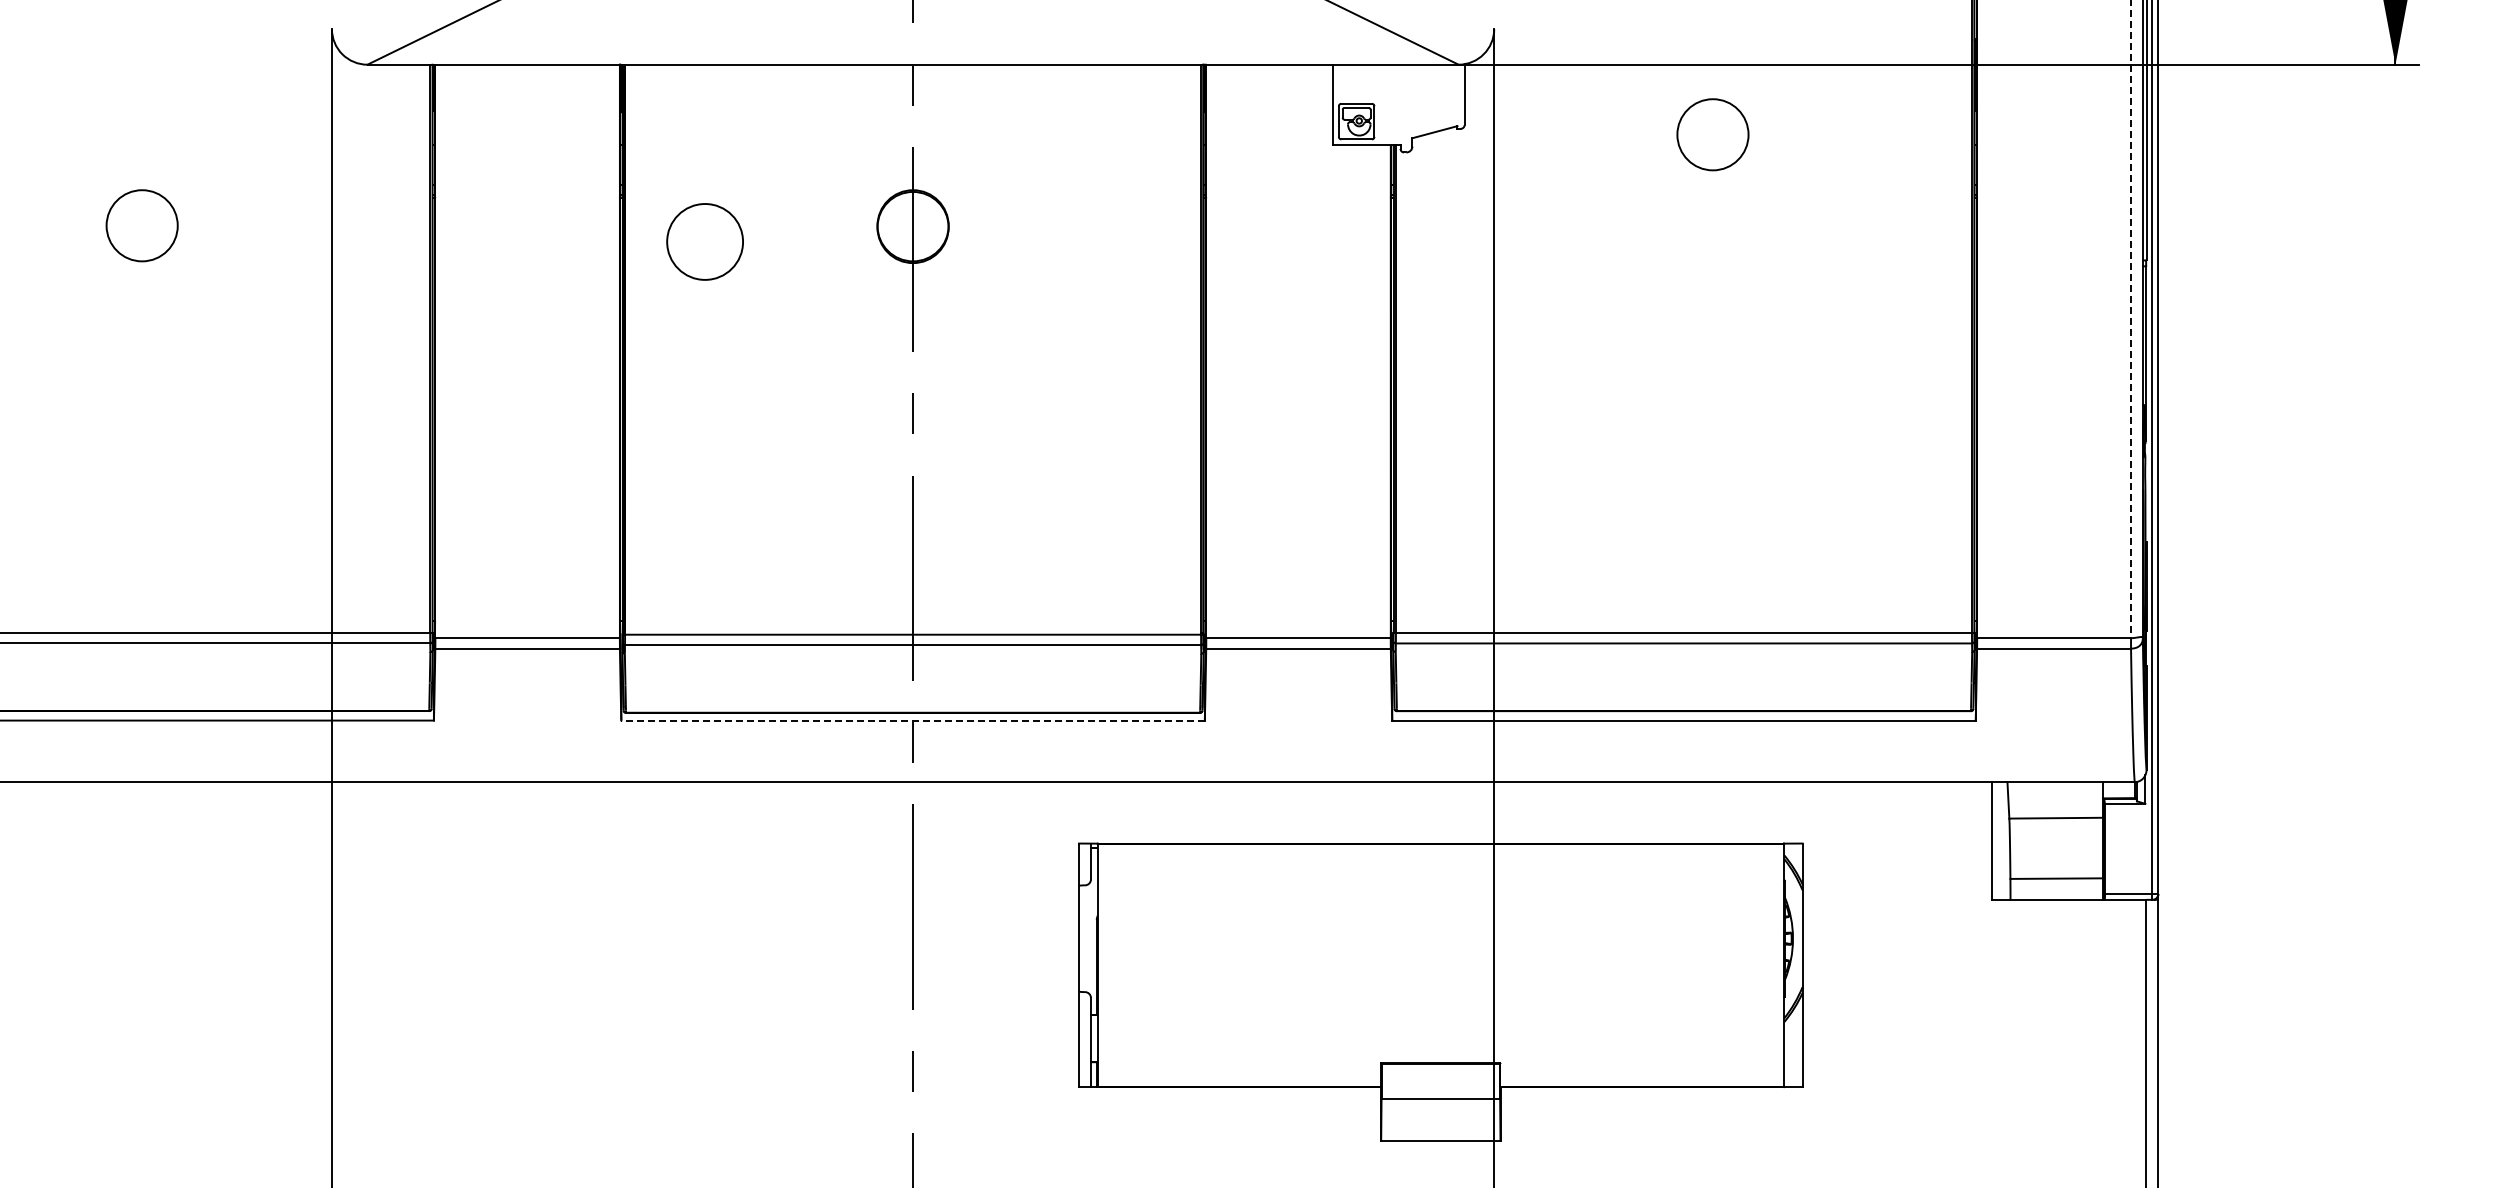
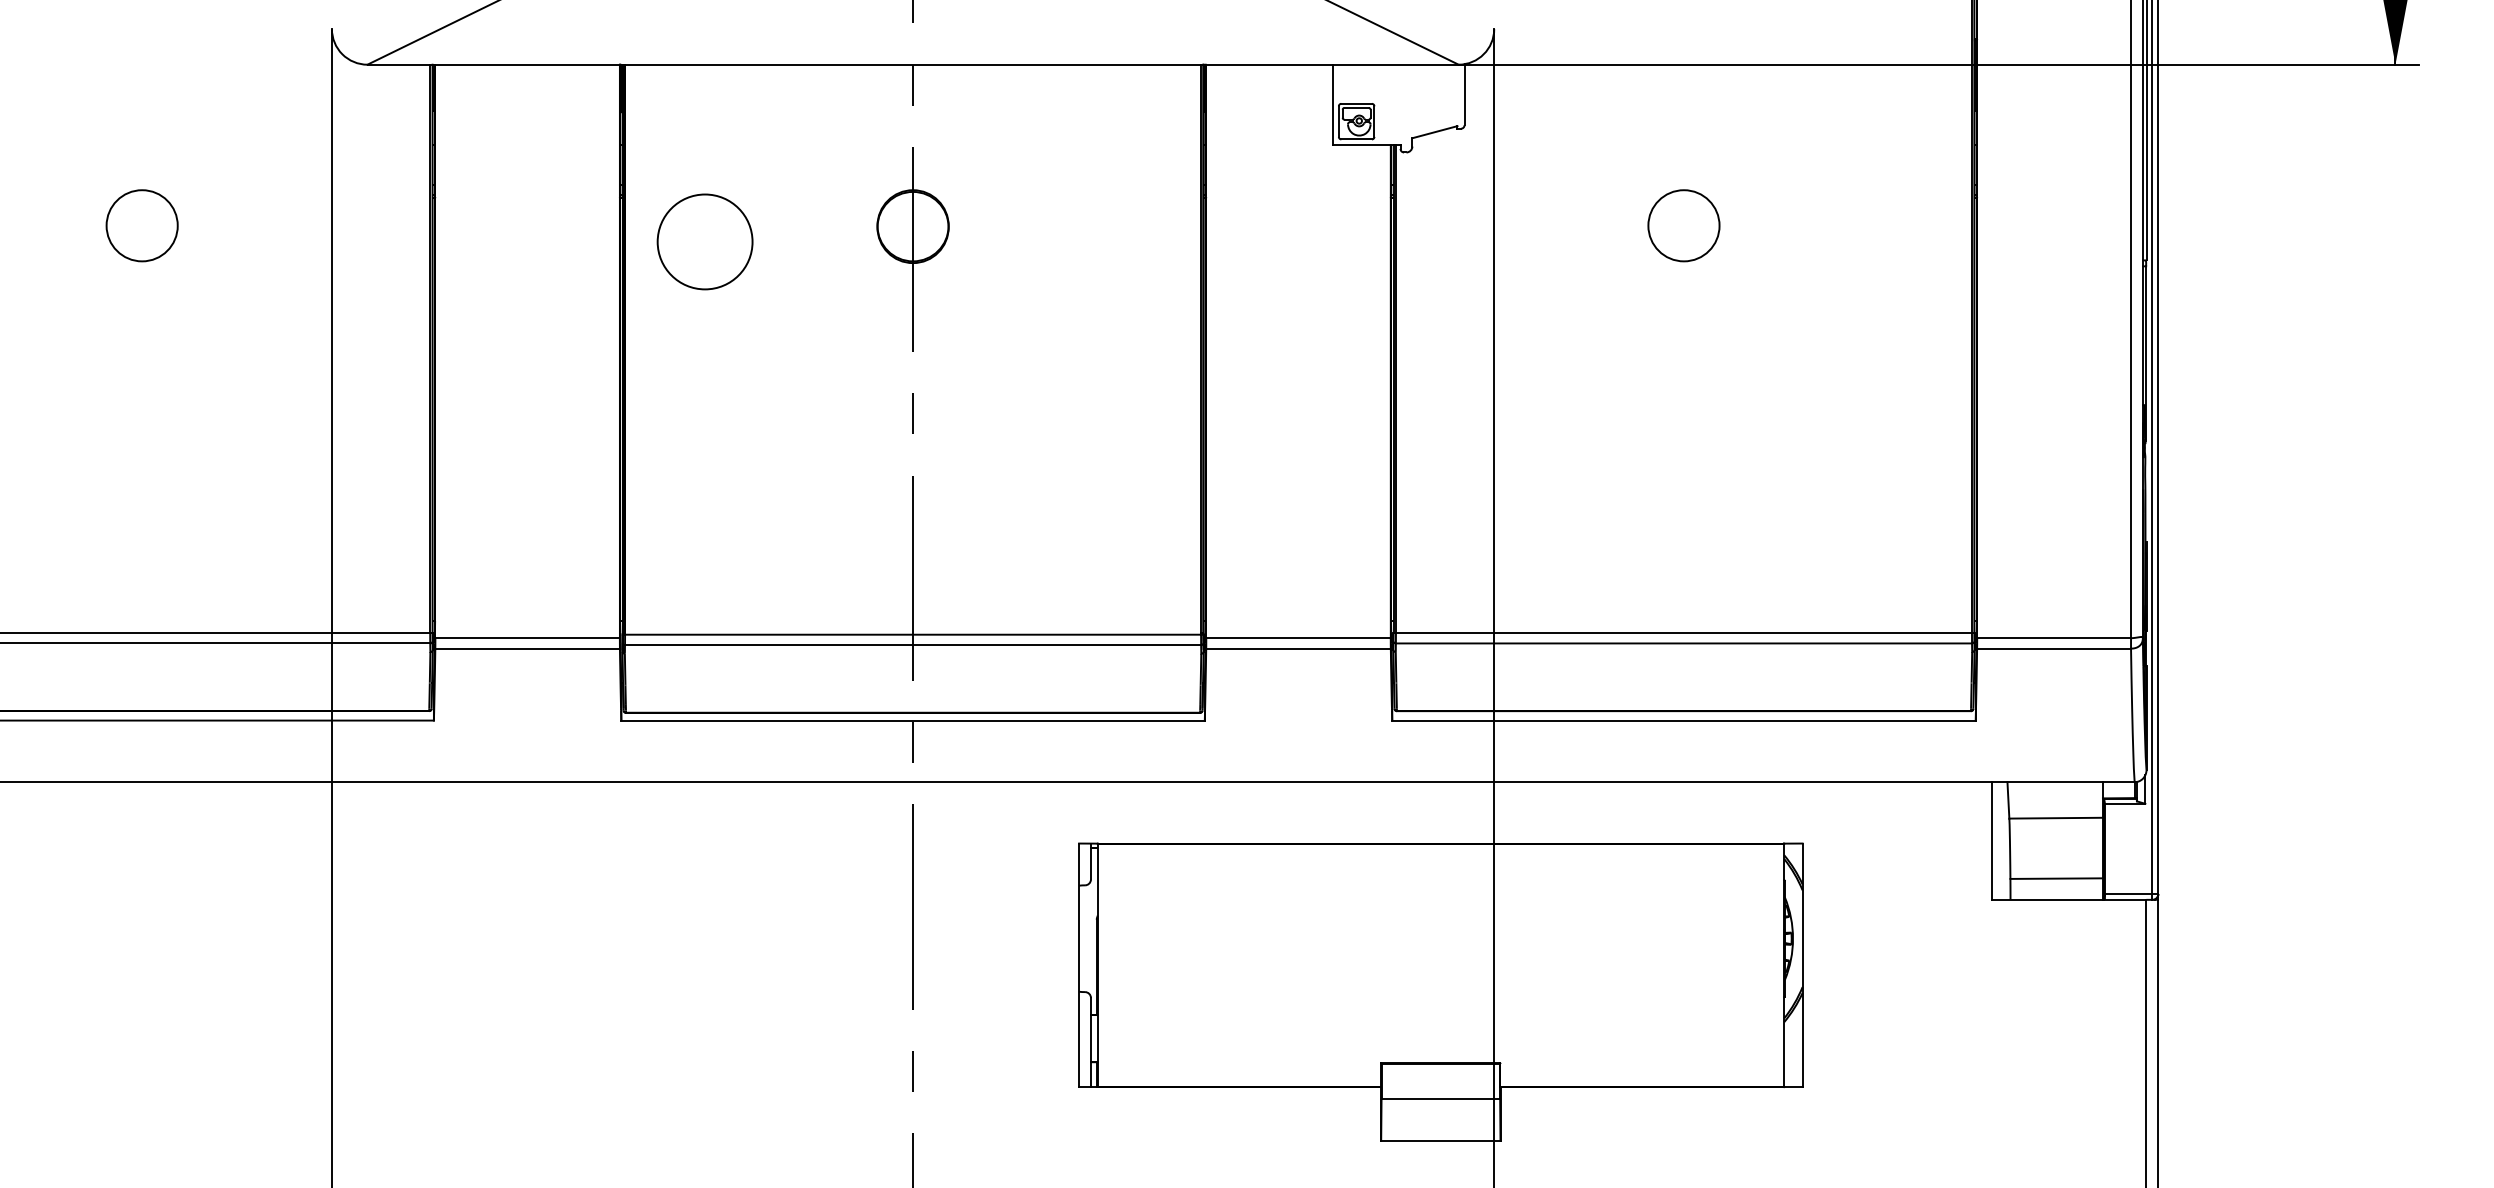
circle at (1712, 134) position: (1712, 134) -> (1683, 225)
circle at (705, 241) diameter: 76 px -> 95 px
line at (2131, 319): dashed -> solid
line at (913, 720): dashed -> solid
